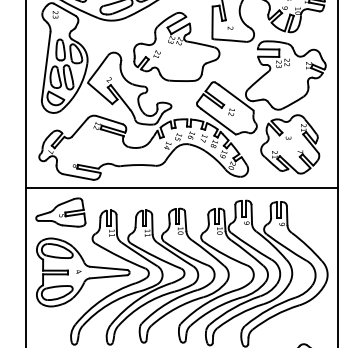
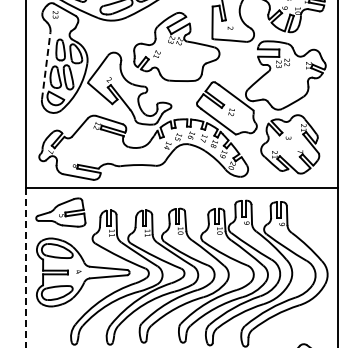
line at (46, 65): solid -> dashed
line at (26, 268): solid -> dashed
